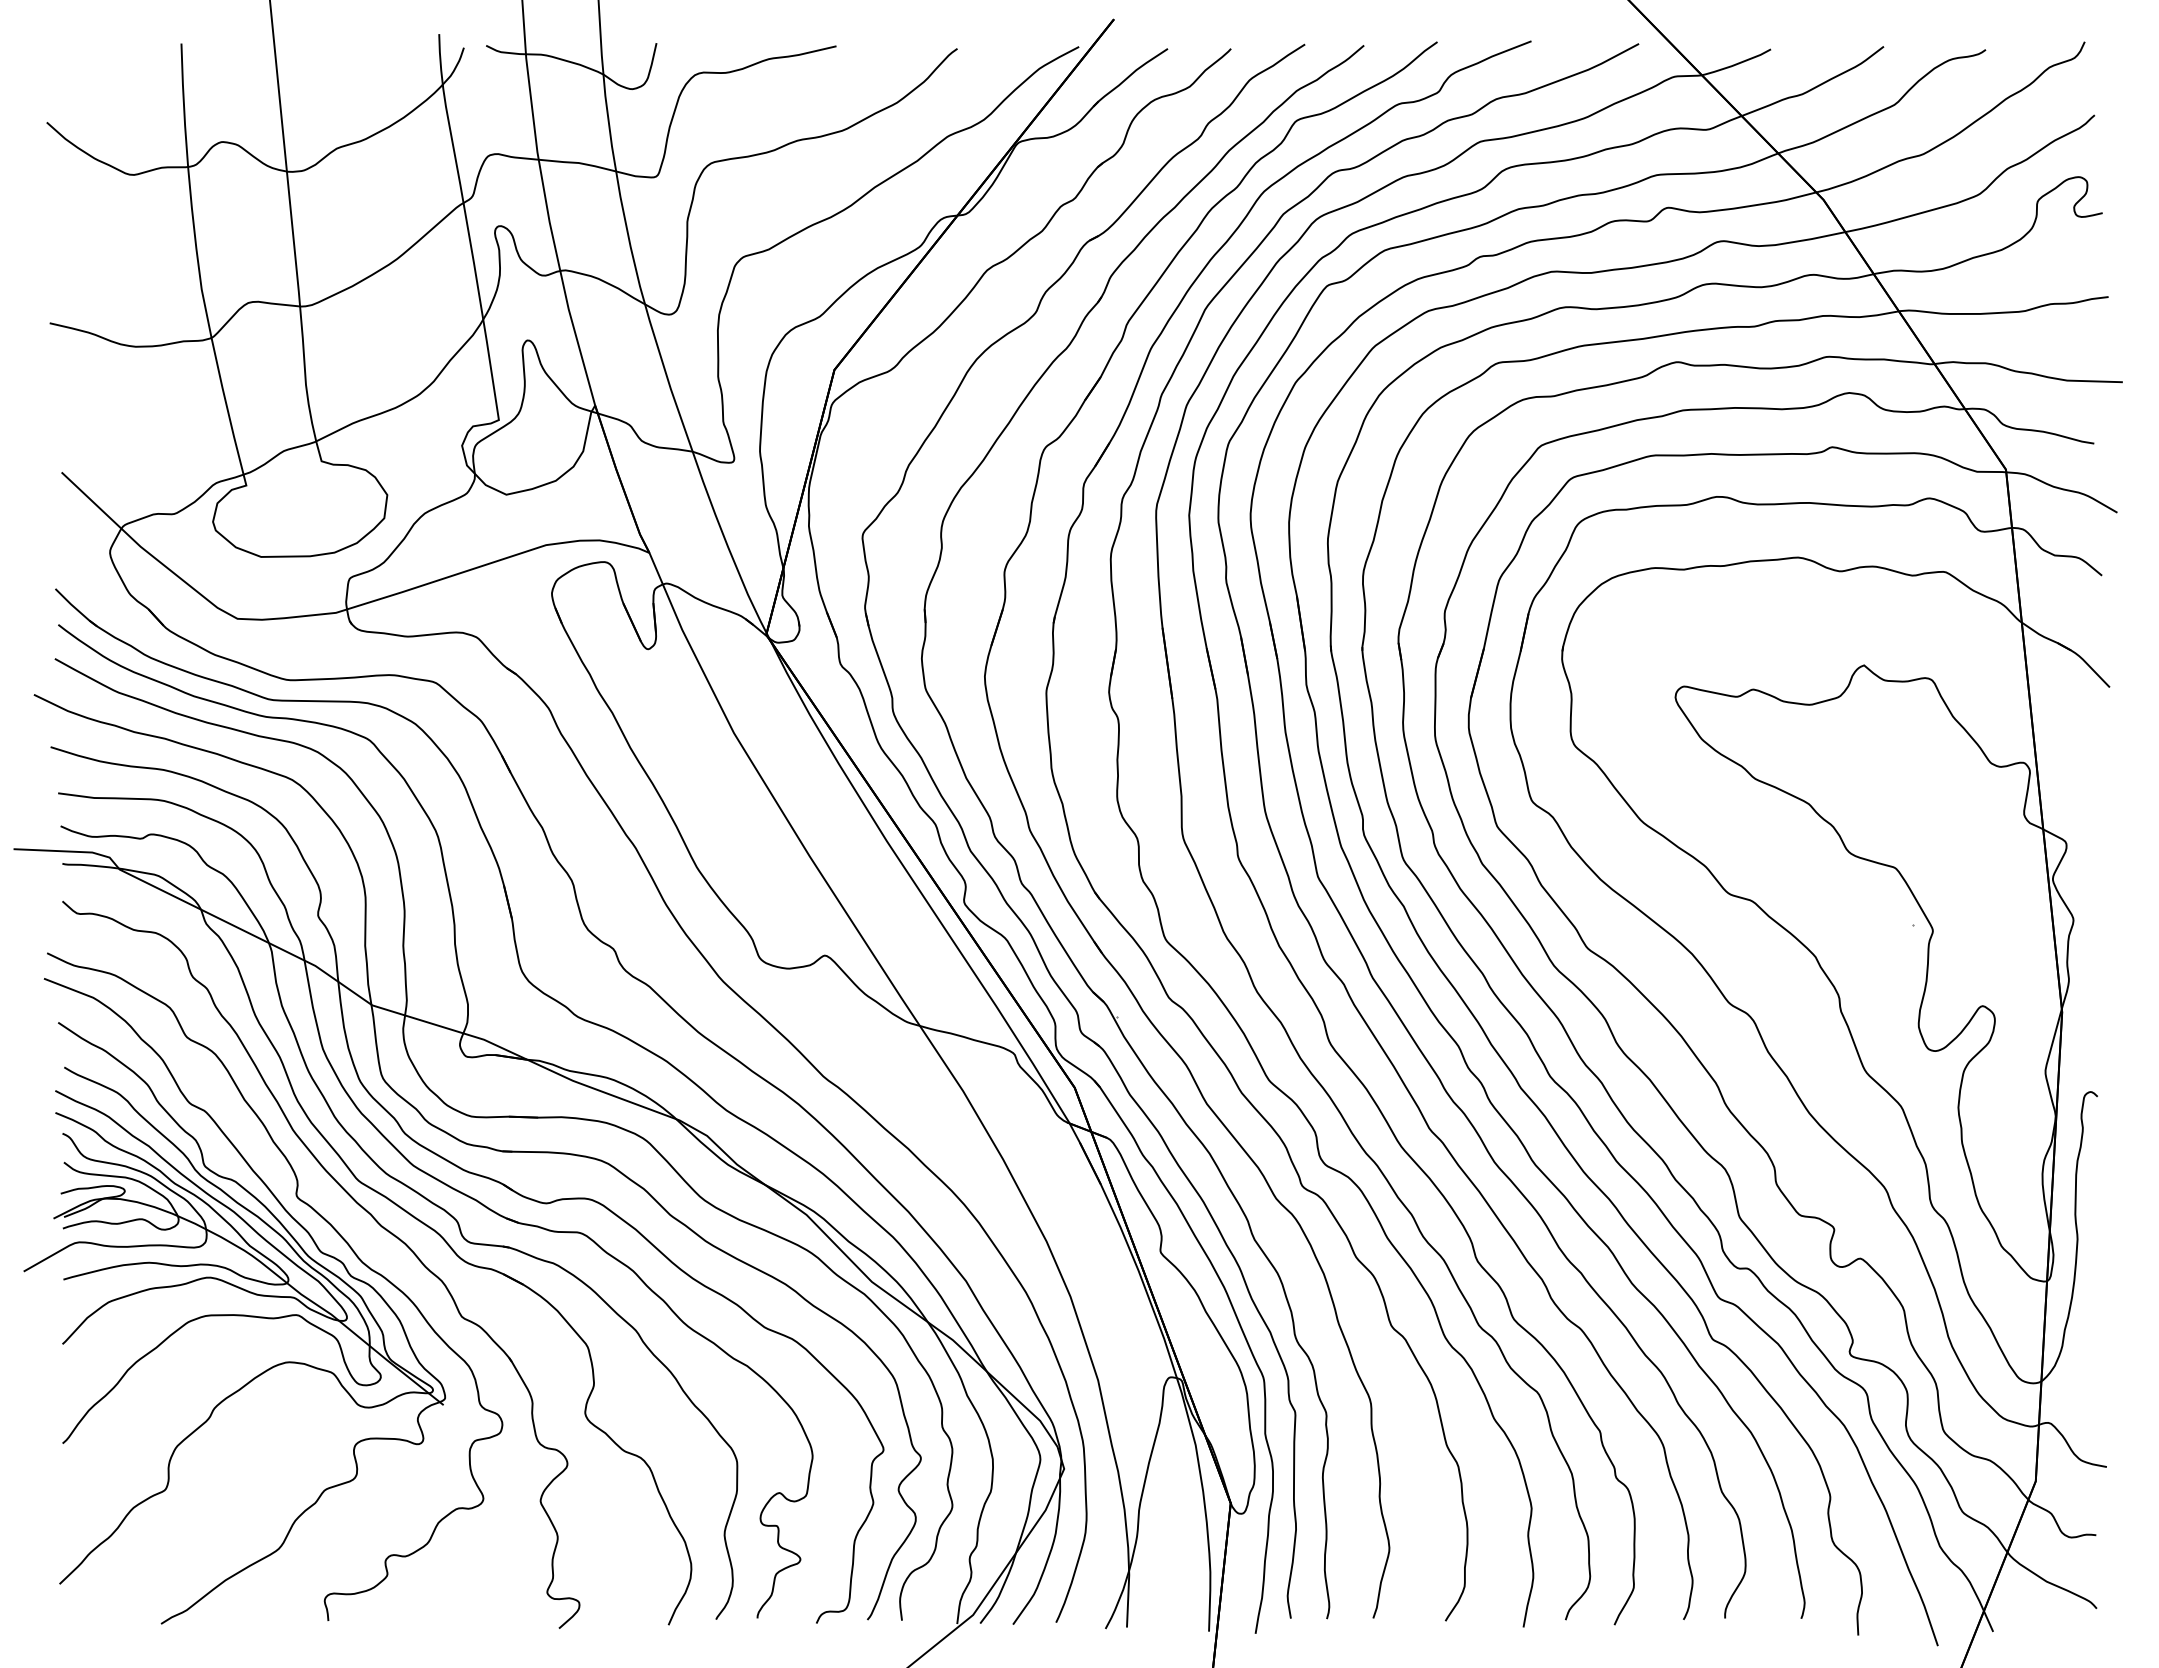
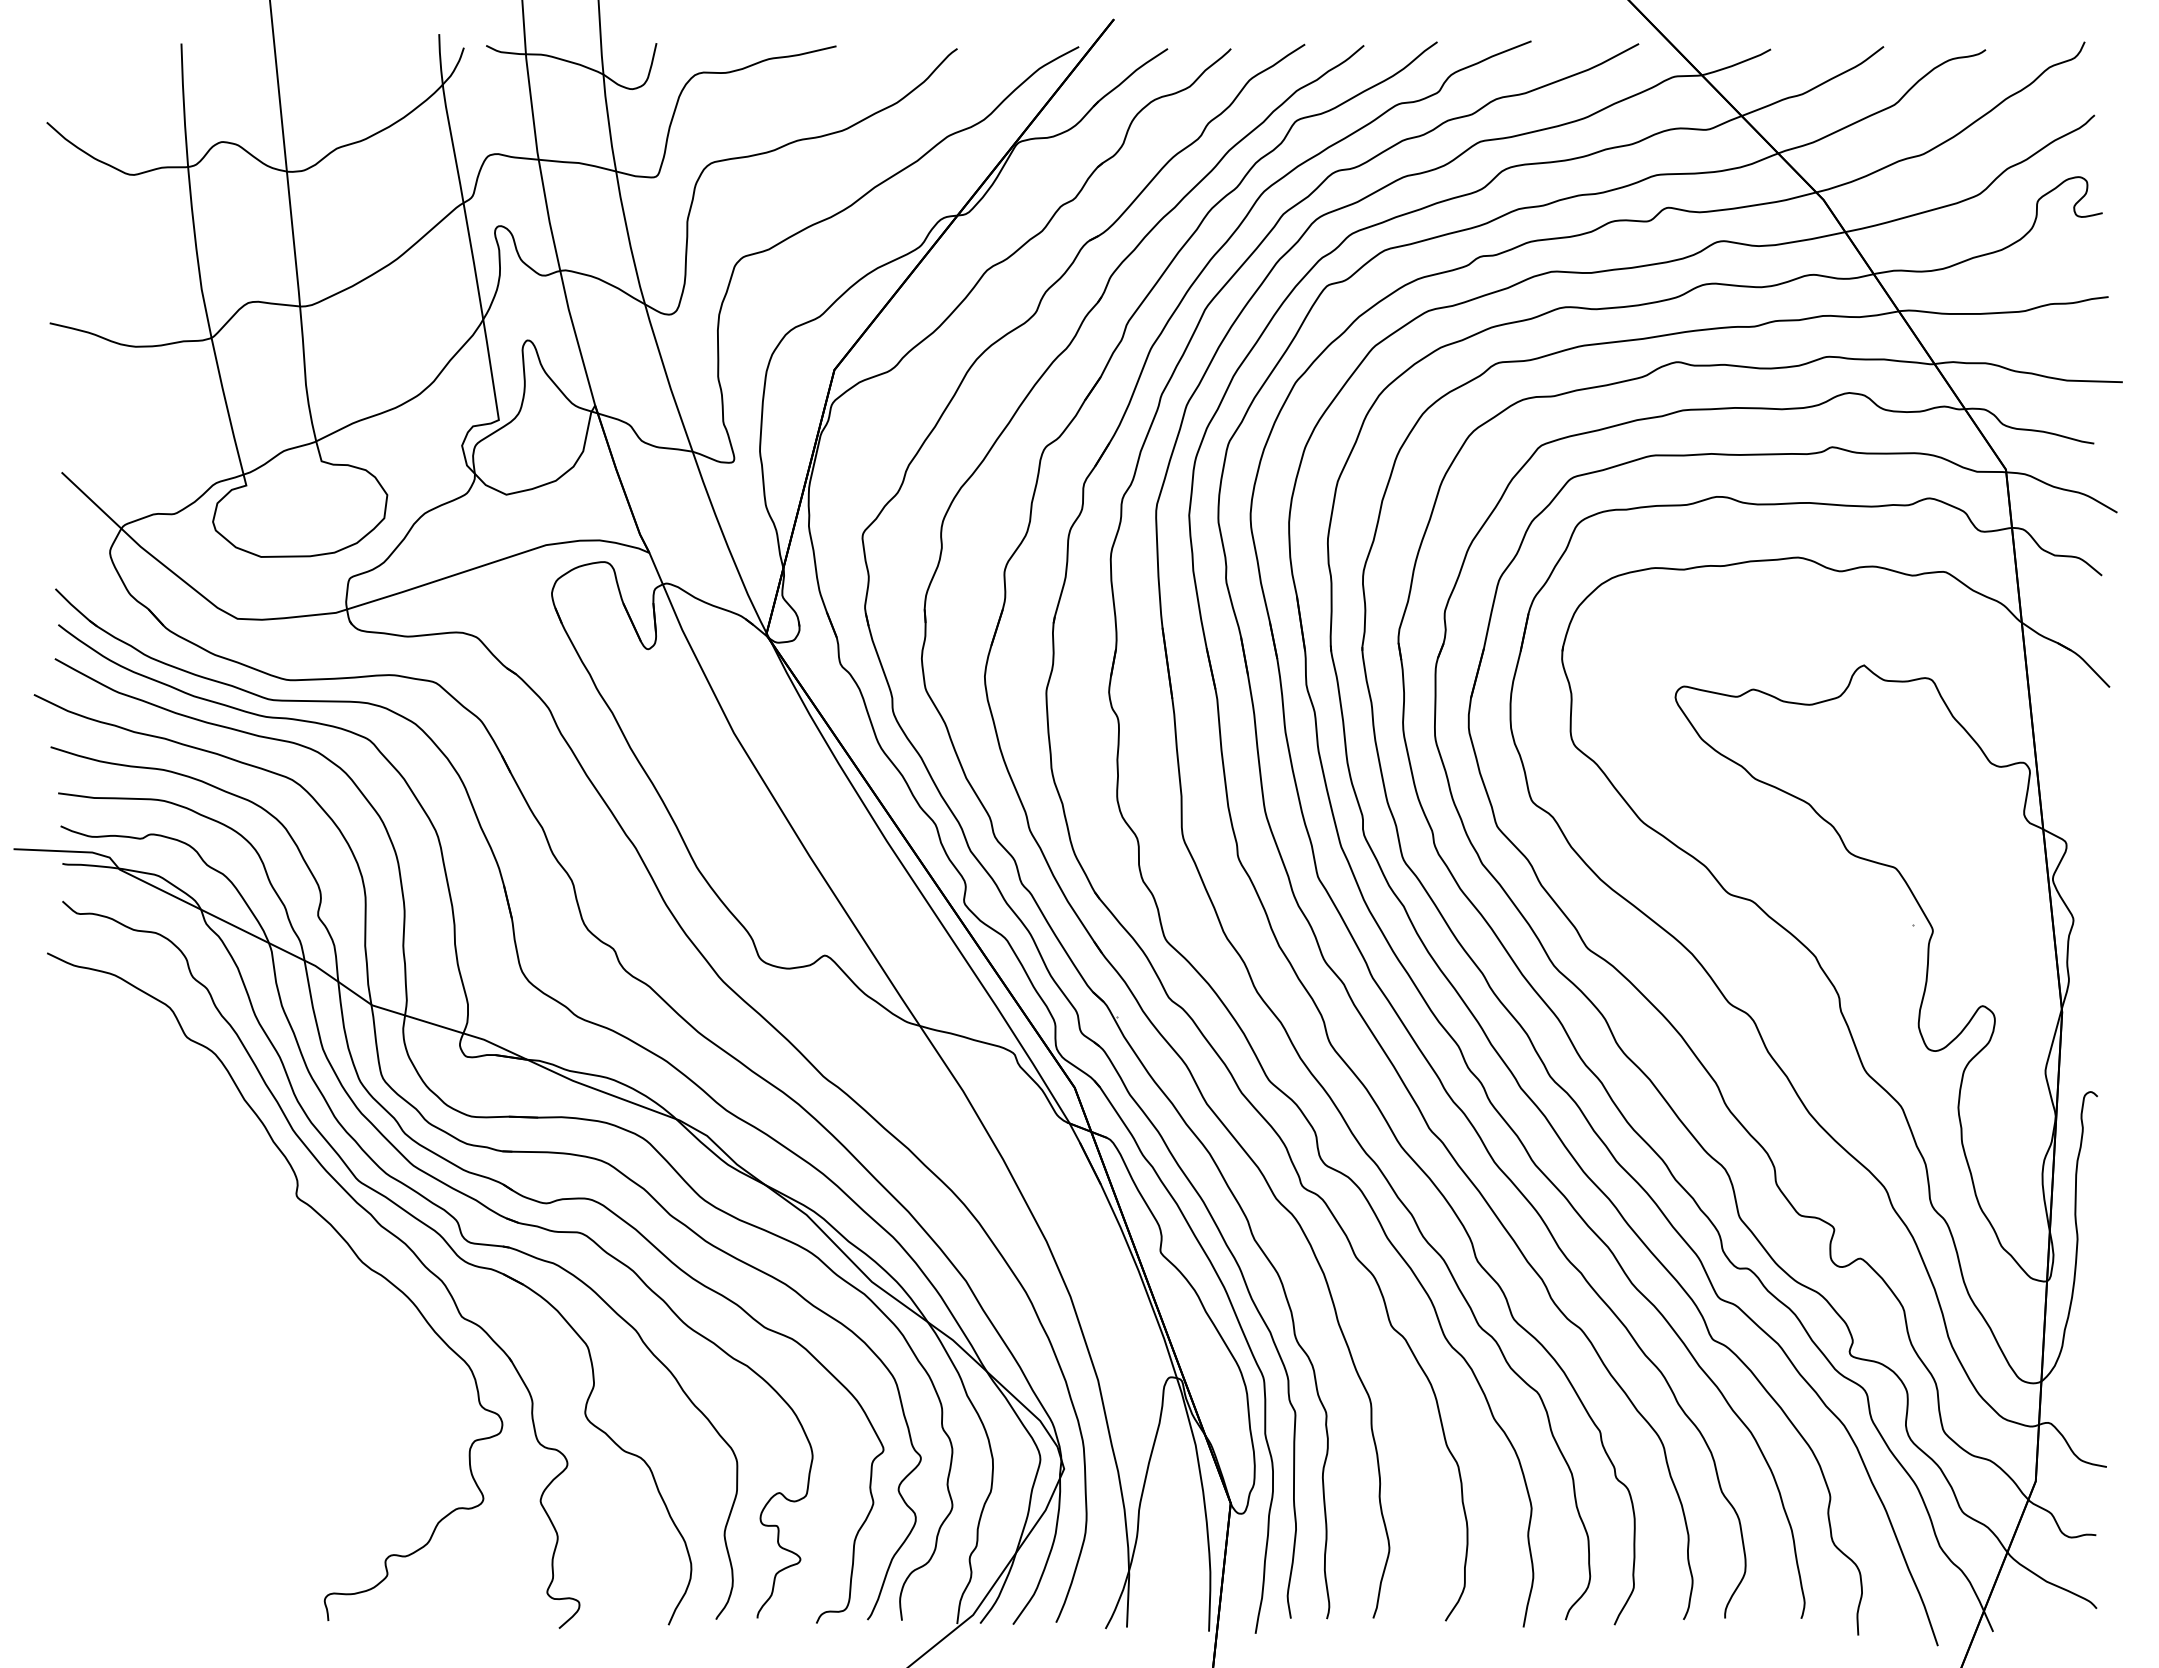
part at (234, 1314): present -> none
